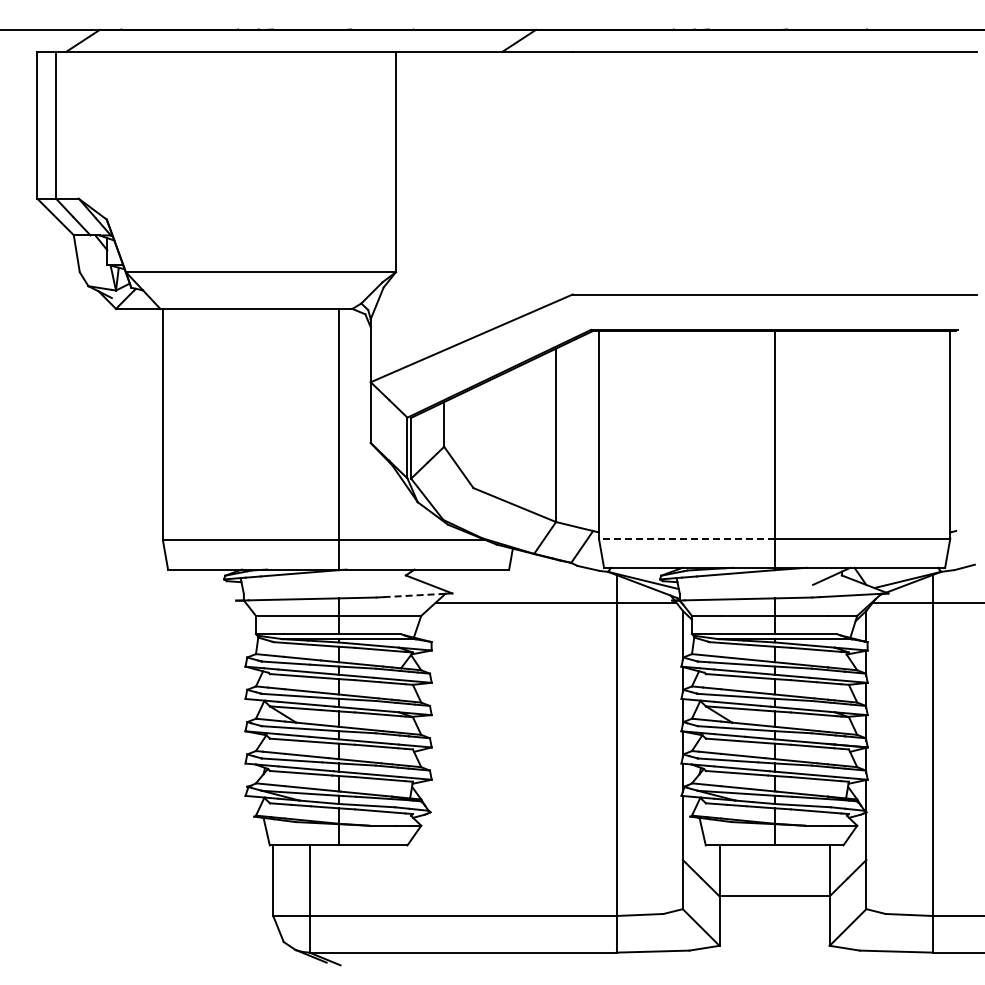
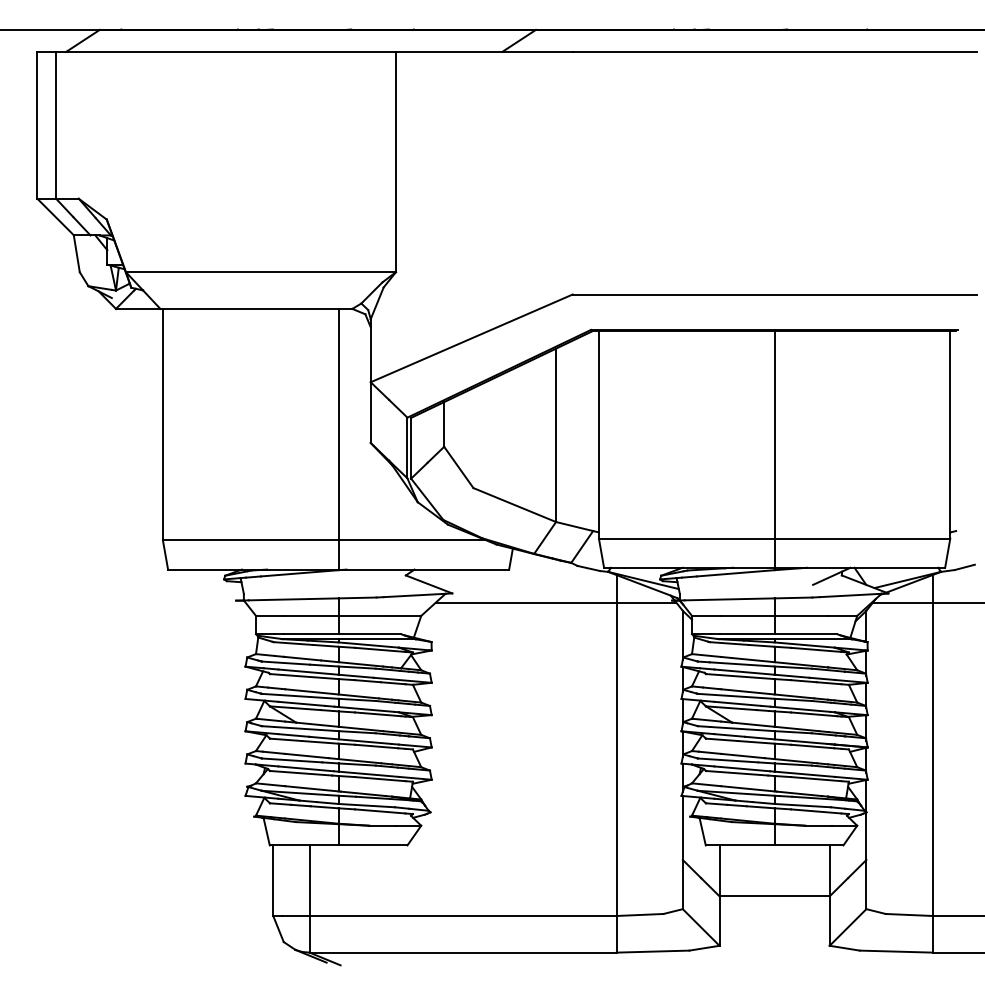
line at (686, 538): dashed -> solid
line at (414, 595): dashed -> solid
